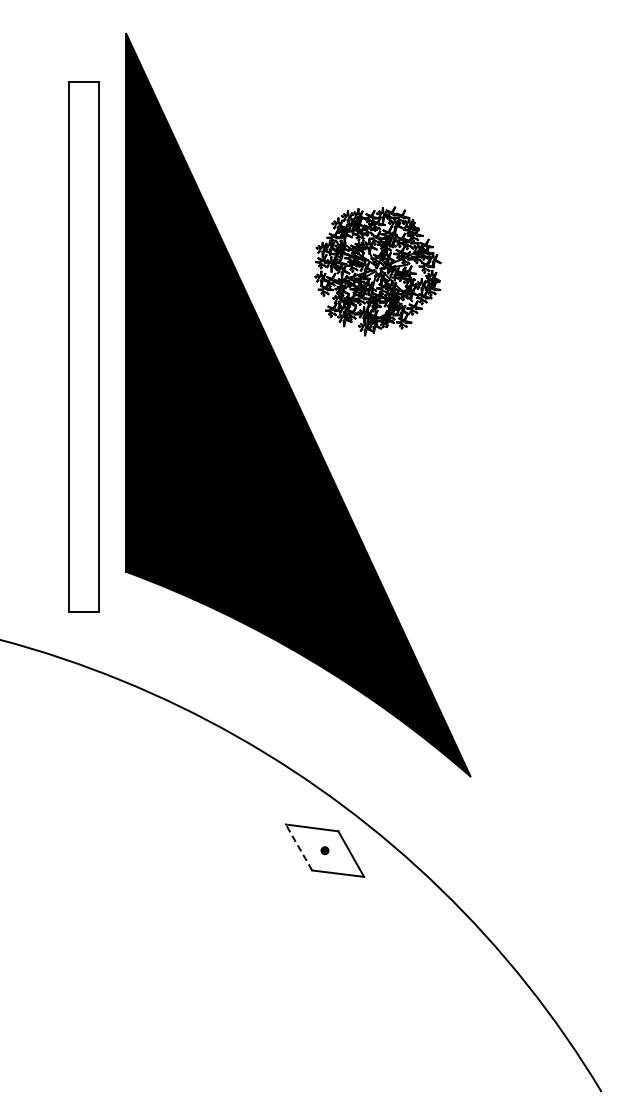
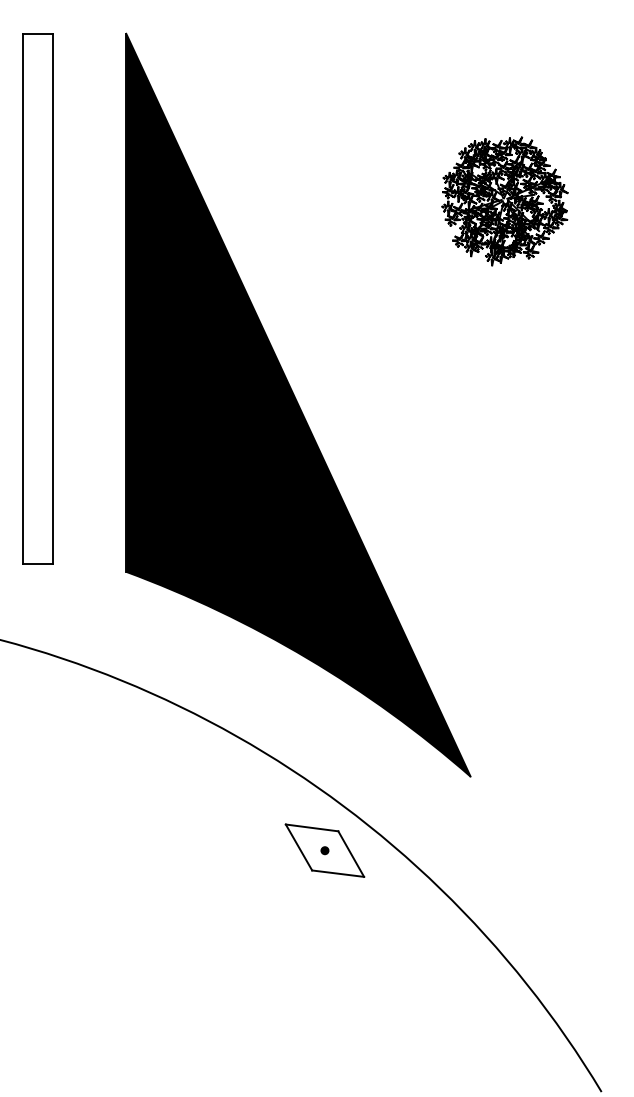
part at (377, 271) position: (377, 271) -> (504, 201)
part at (83, 346) position: (83, 346) -> (37, 298)
line at (298, 847): dashed -> solid
